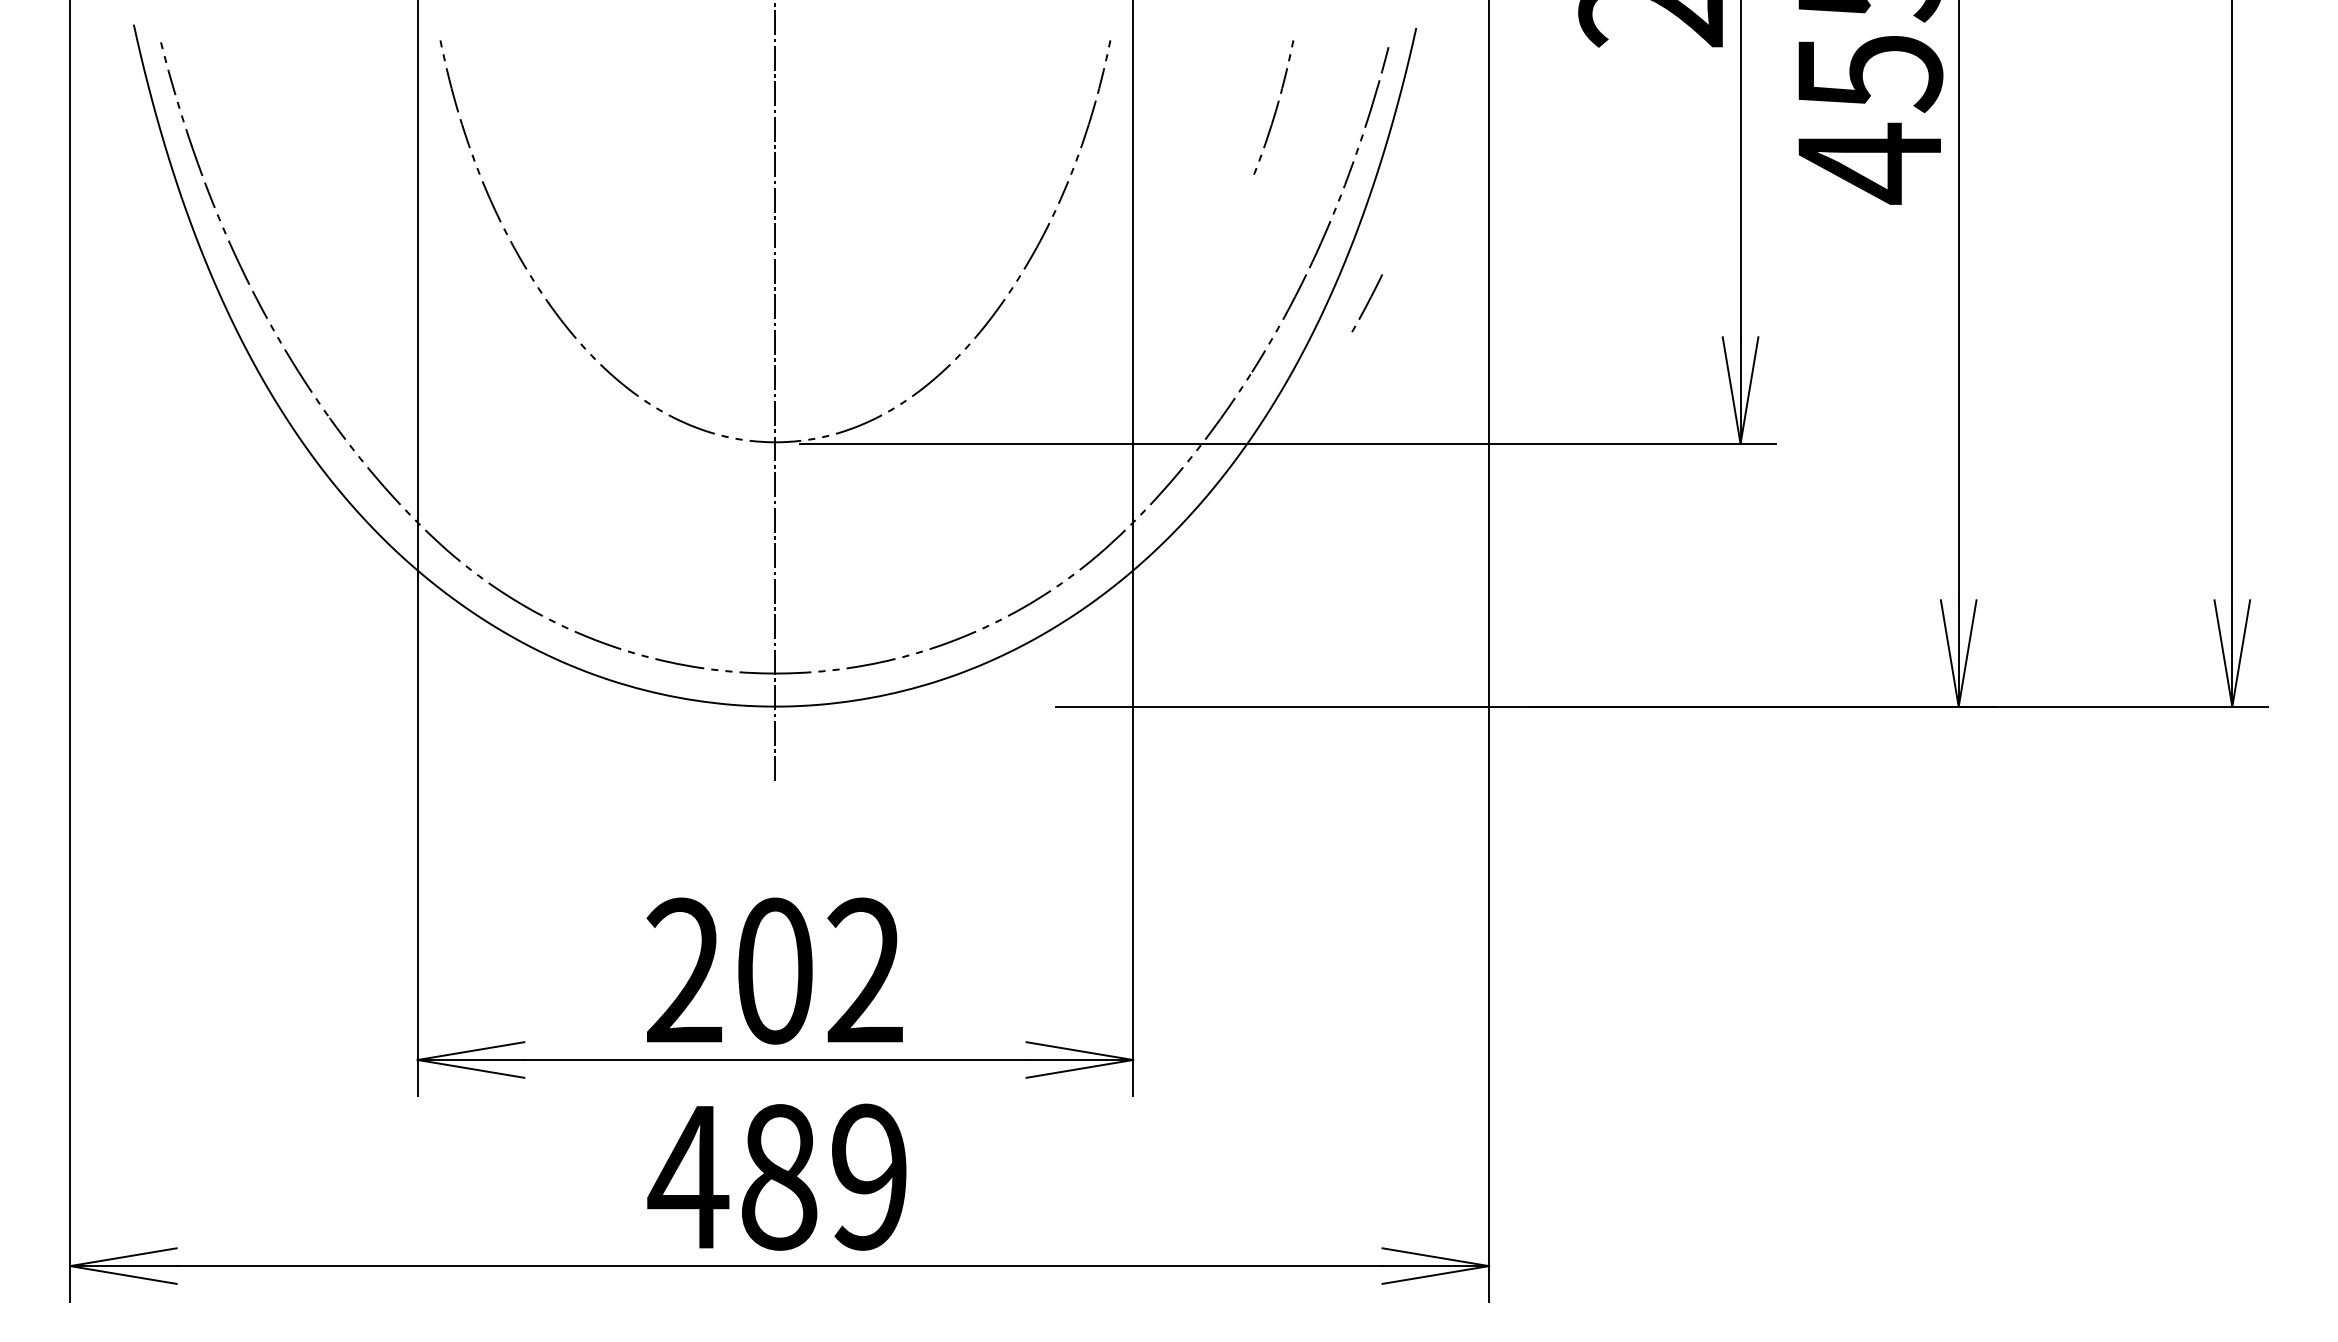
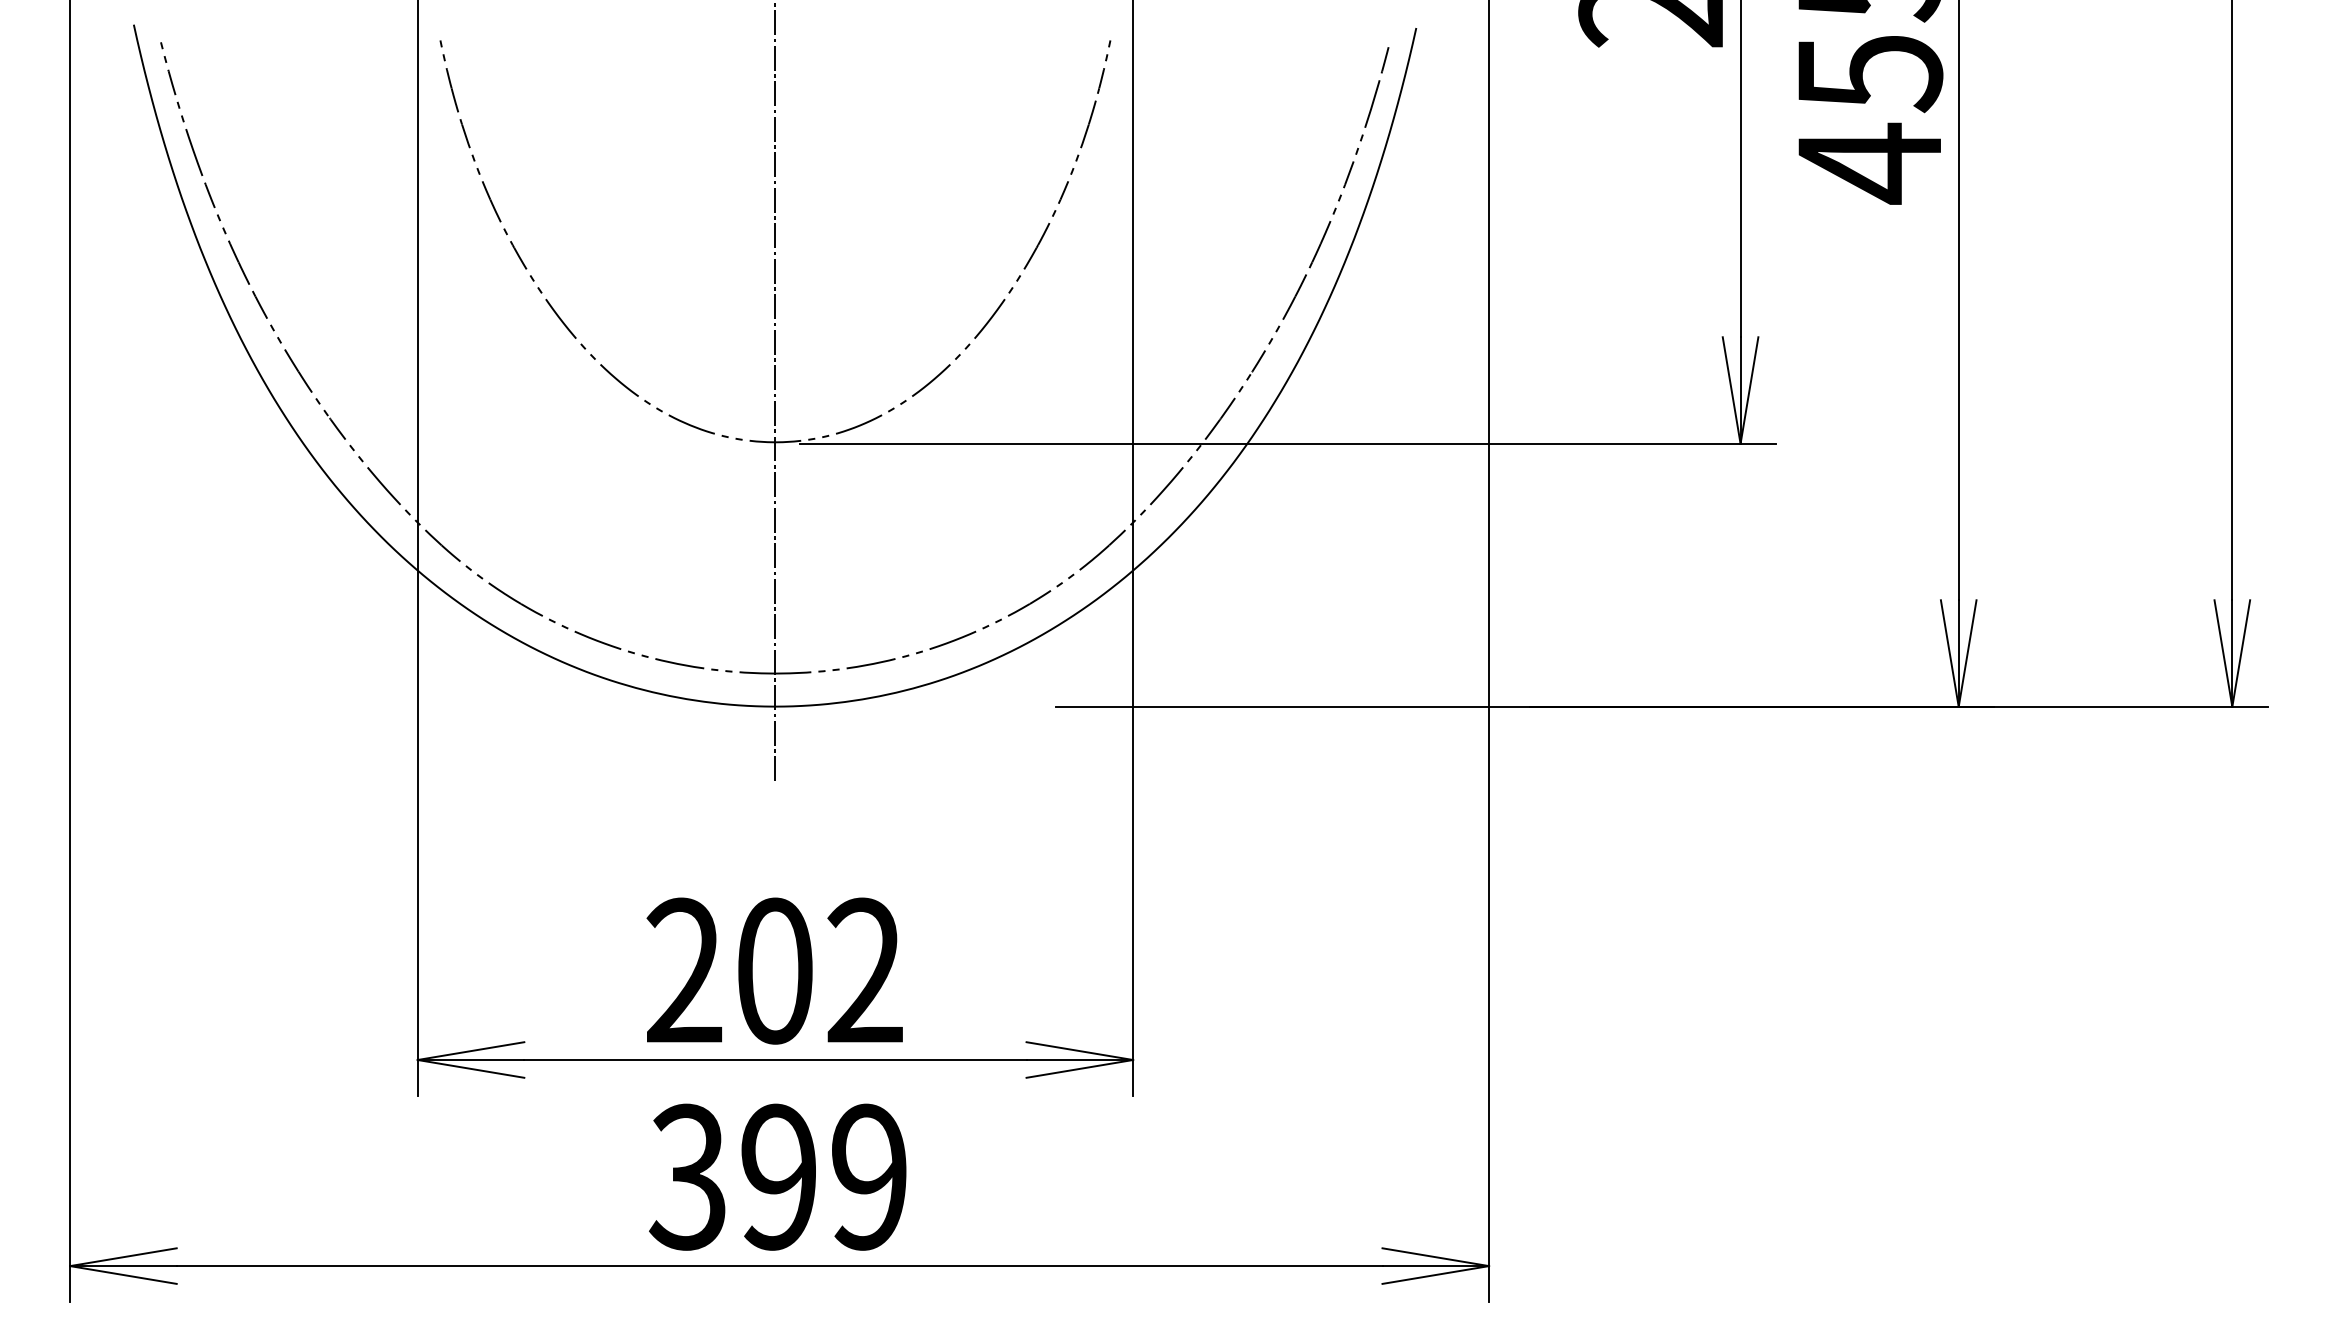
part at (1273, 107): present -> none
part at (1366, 303): present -> none
text at (732, 1176): 489 -> 399
